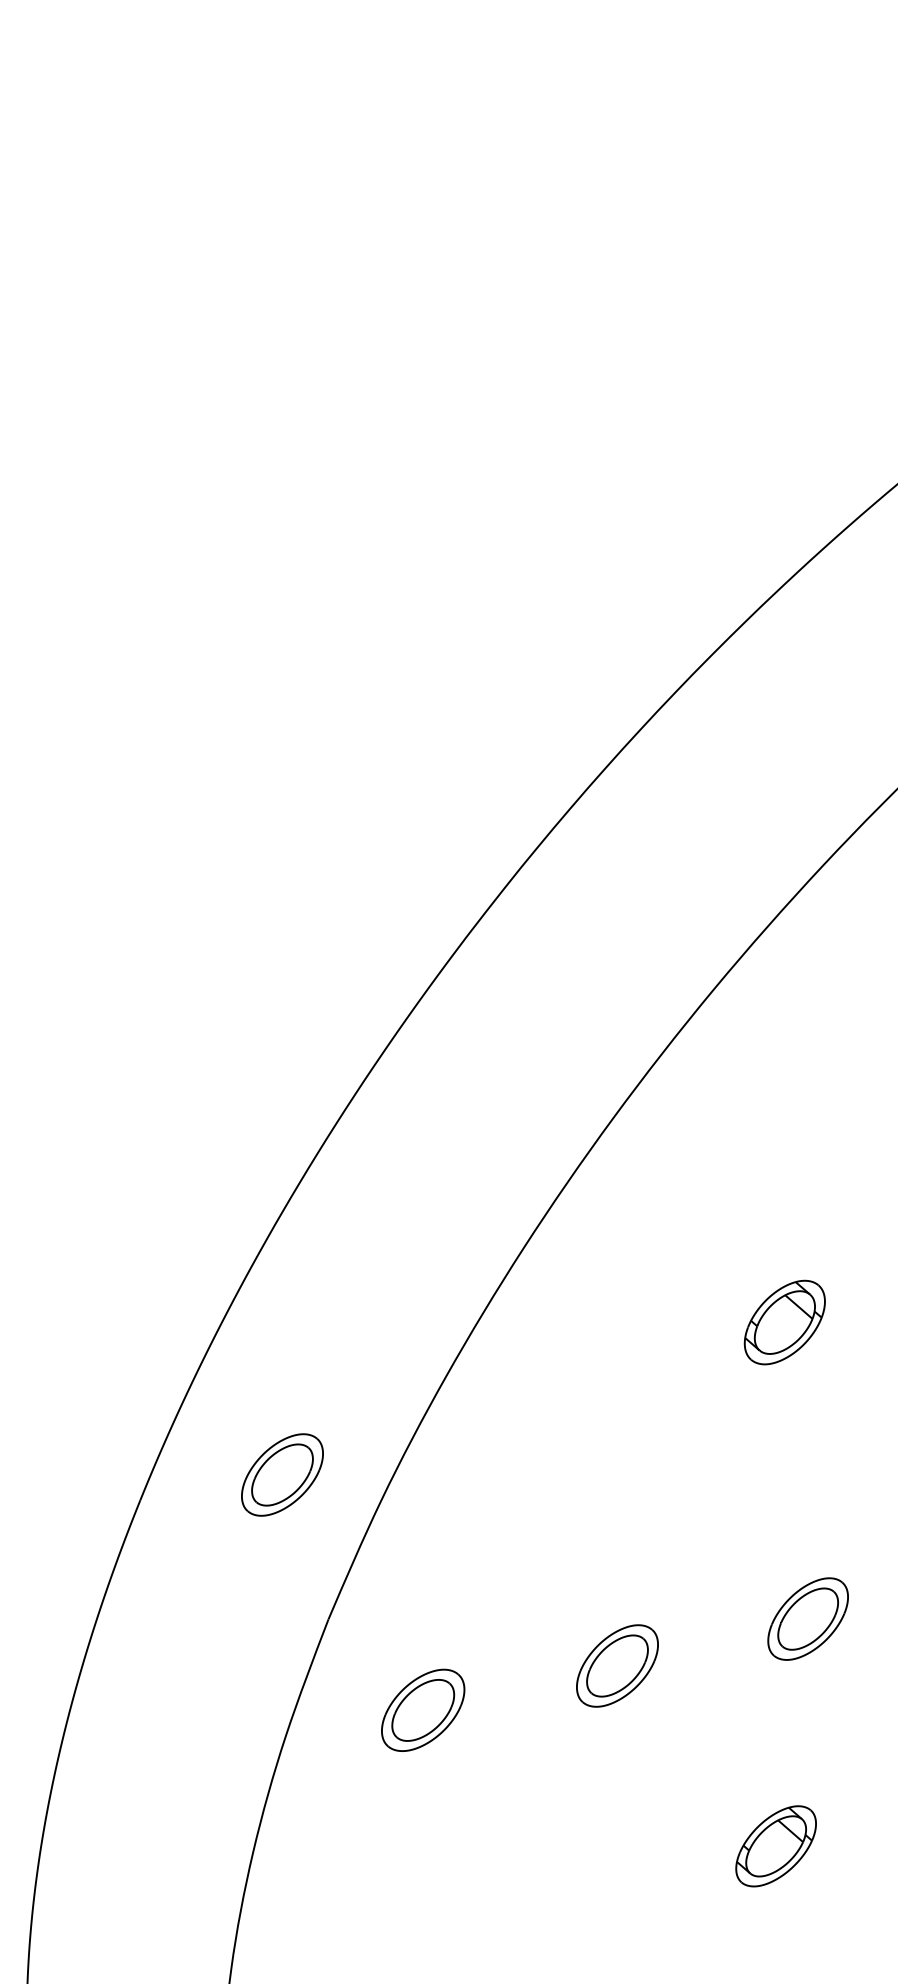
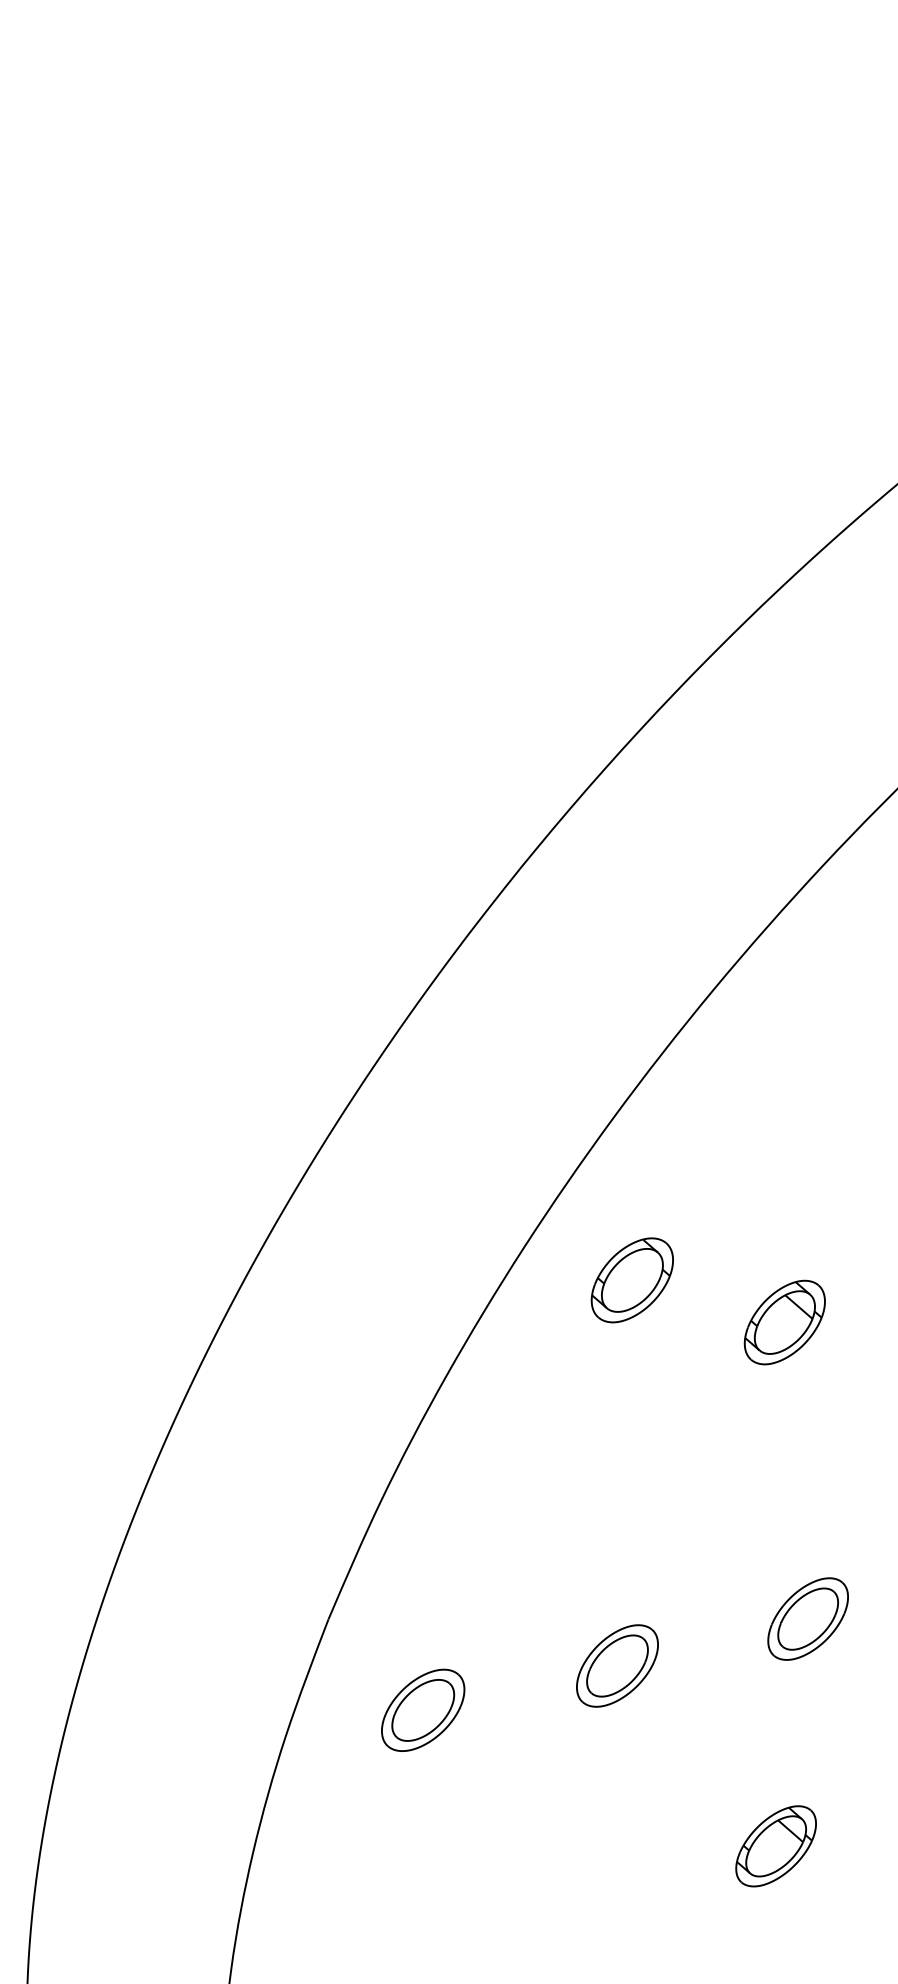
part at (631, 1280): none -> present
part at (282, 1474): present -> none
